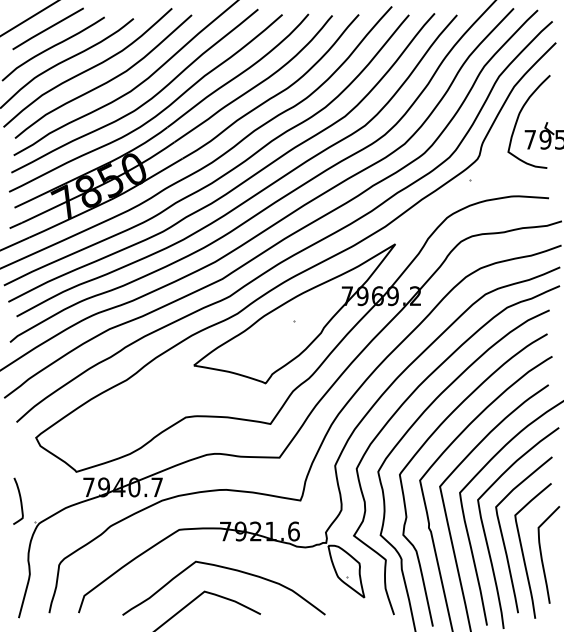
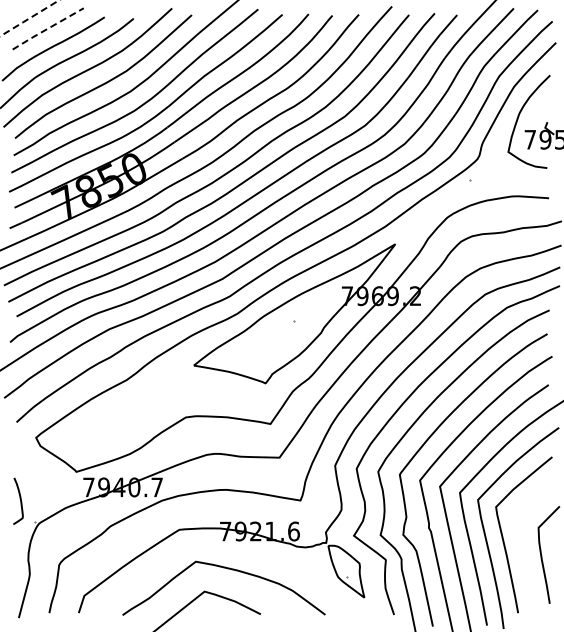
line at (29, 18): solid -> dashed
line at (47, 28): solid -> dashed
curve at (523, 551): present -> none
